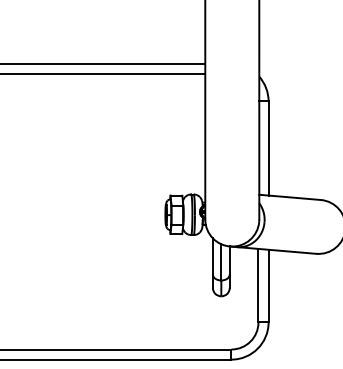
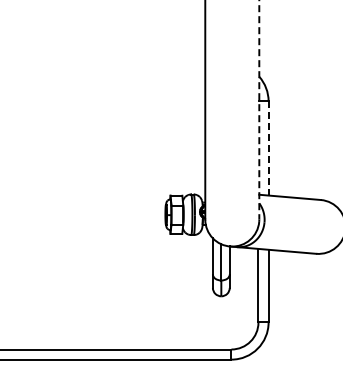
line at (103, 64): present -> none
line at (103, 74): present -> none
line at (259, 110): solid -> dashed
line at (268, 147): solid -> dashed
